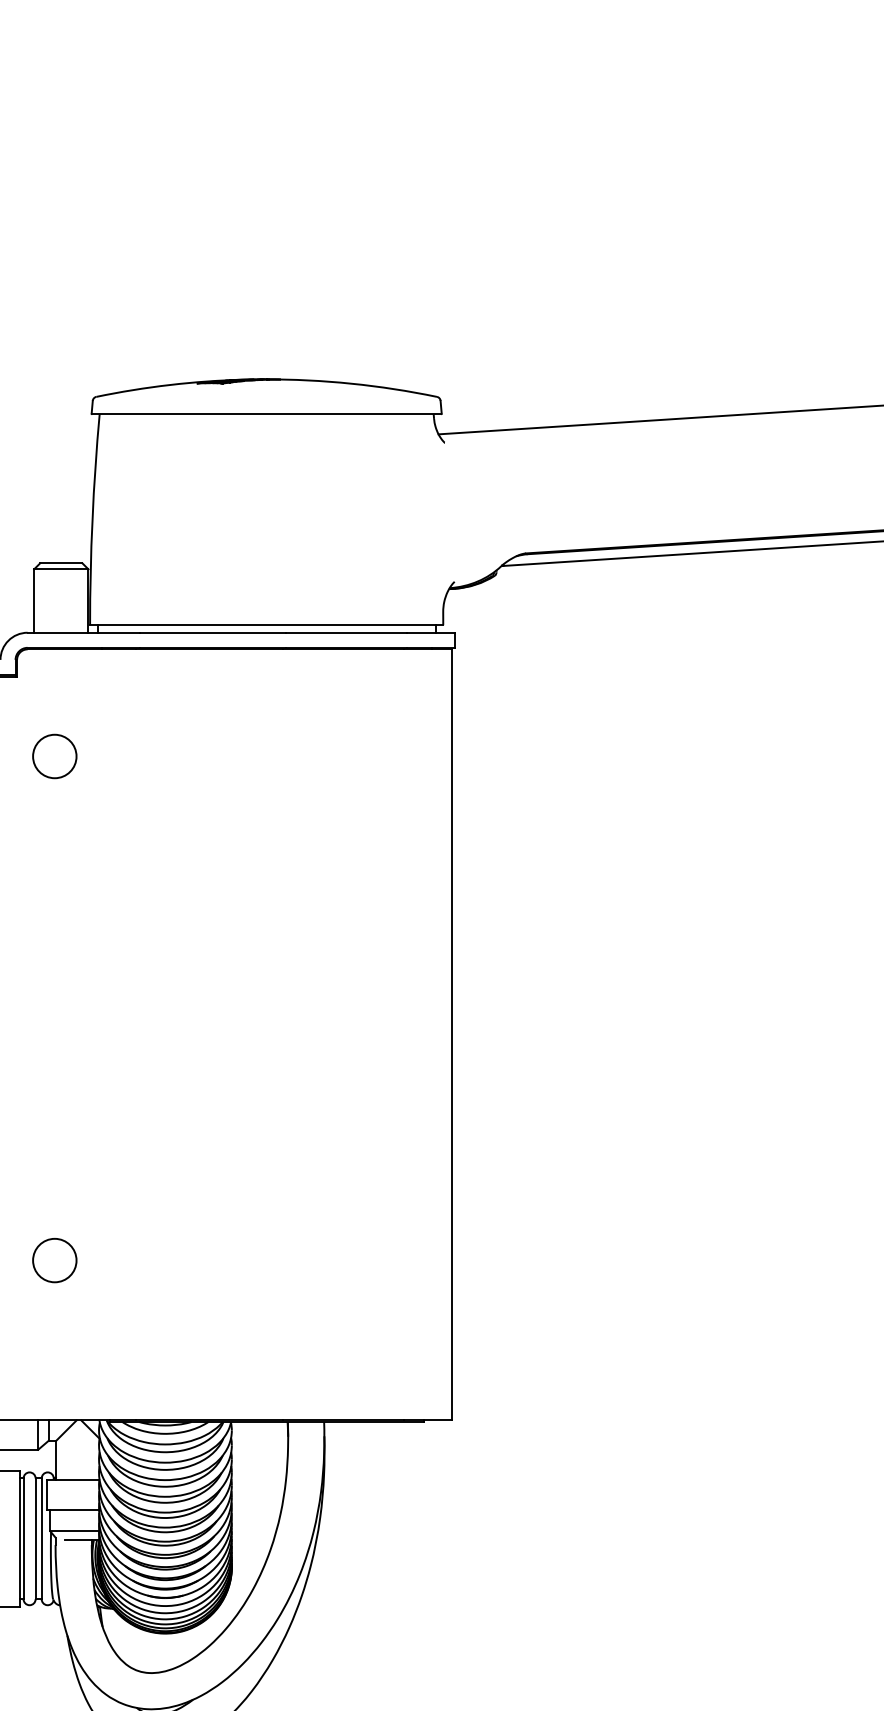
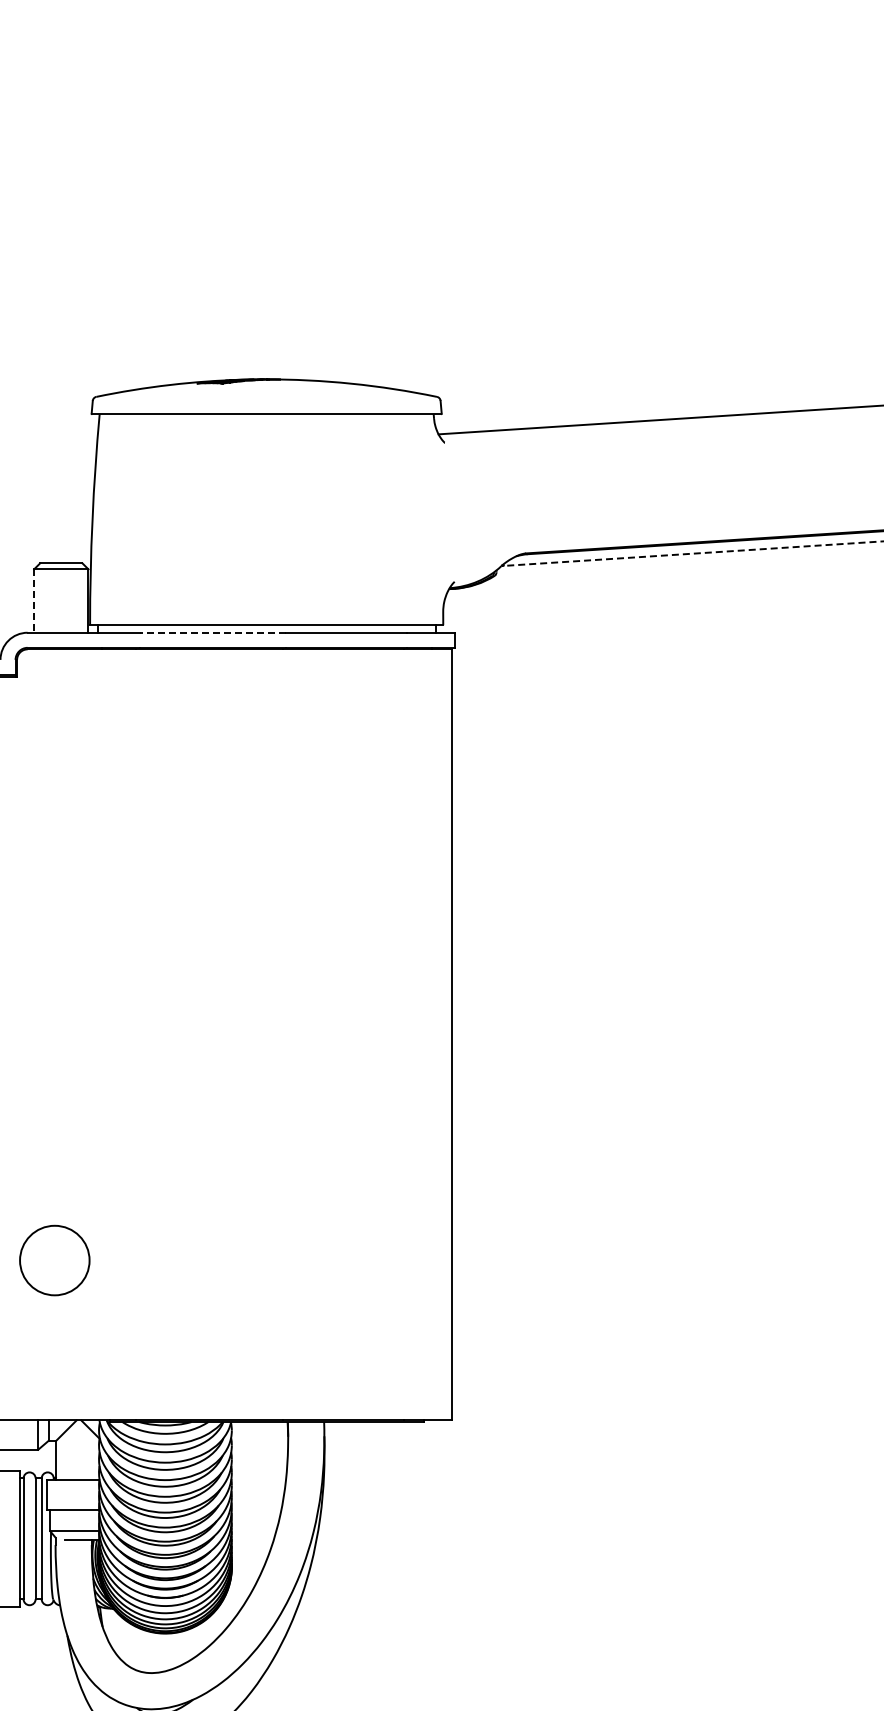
line at (692, 553): solid -> dashed
line at (34, 601): solid -> dashed
line at (212, 632): solid -> dashed
circle at (54, 756): present -> none
circle at (54, 1260) diameter: 43 px -> 70 px
